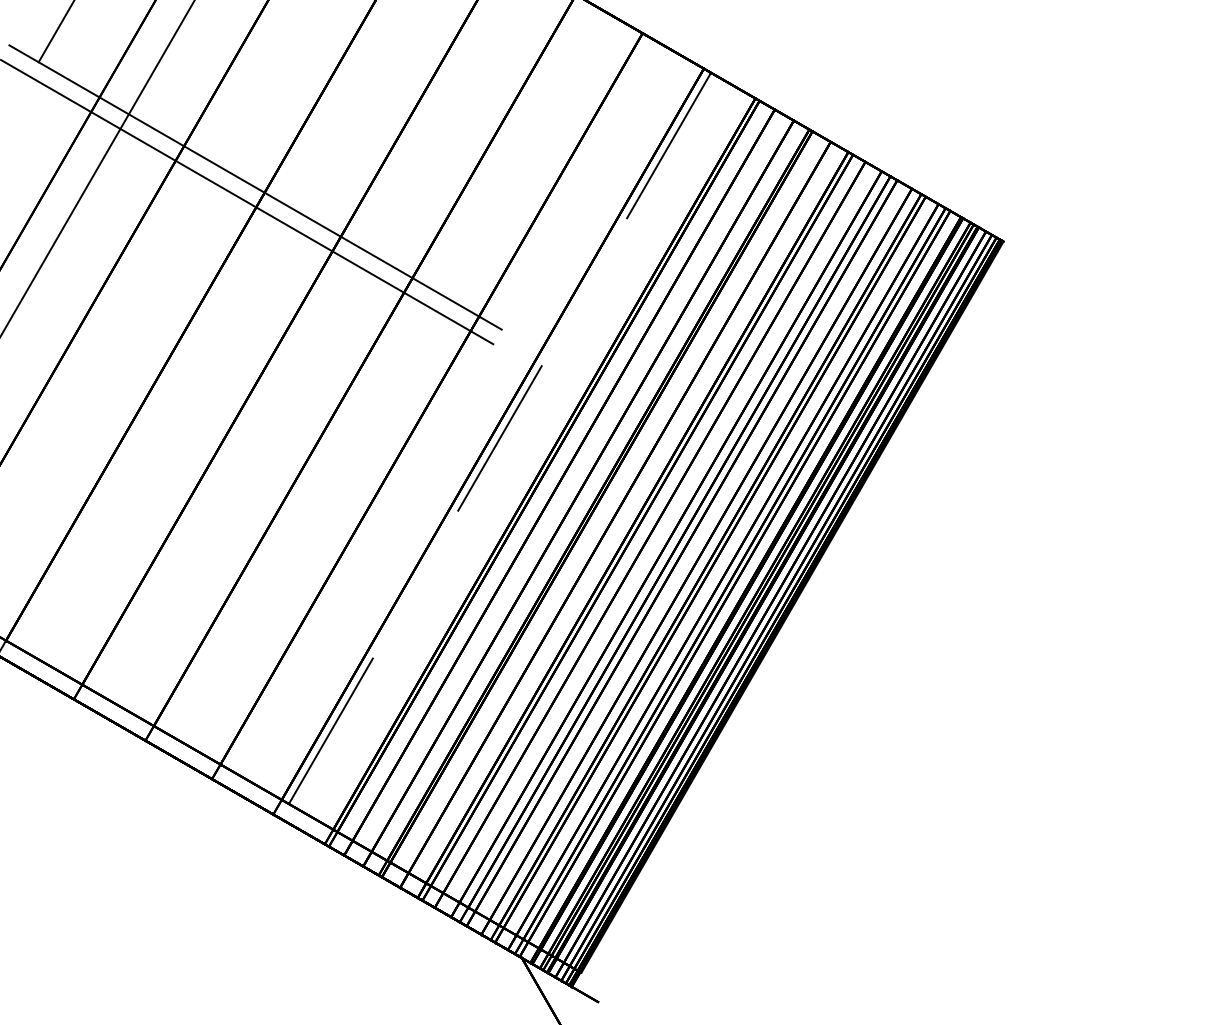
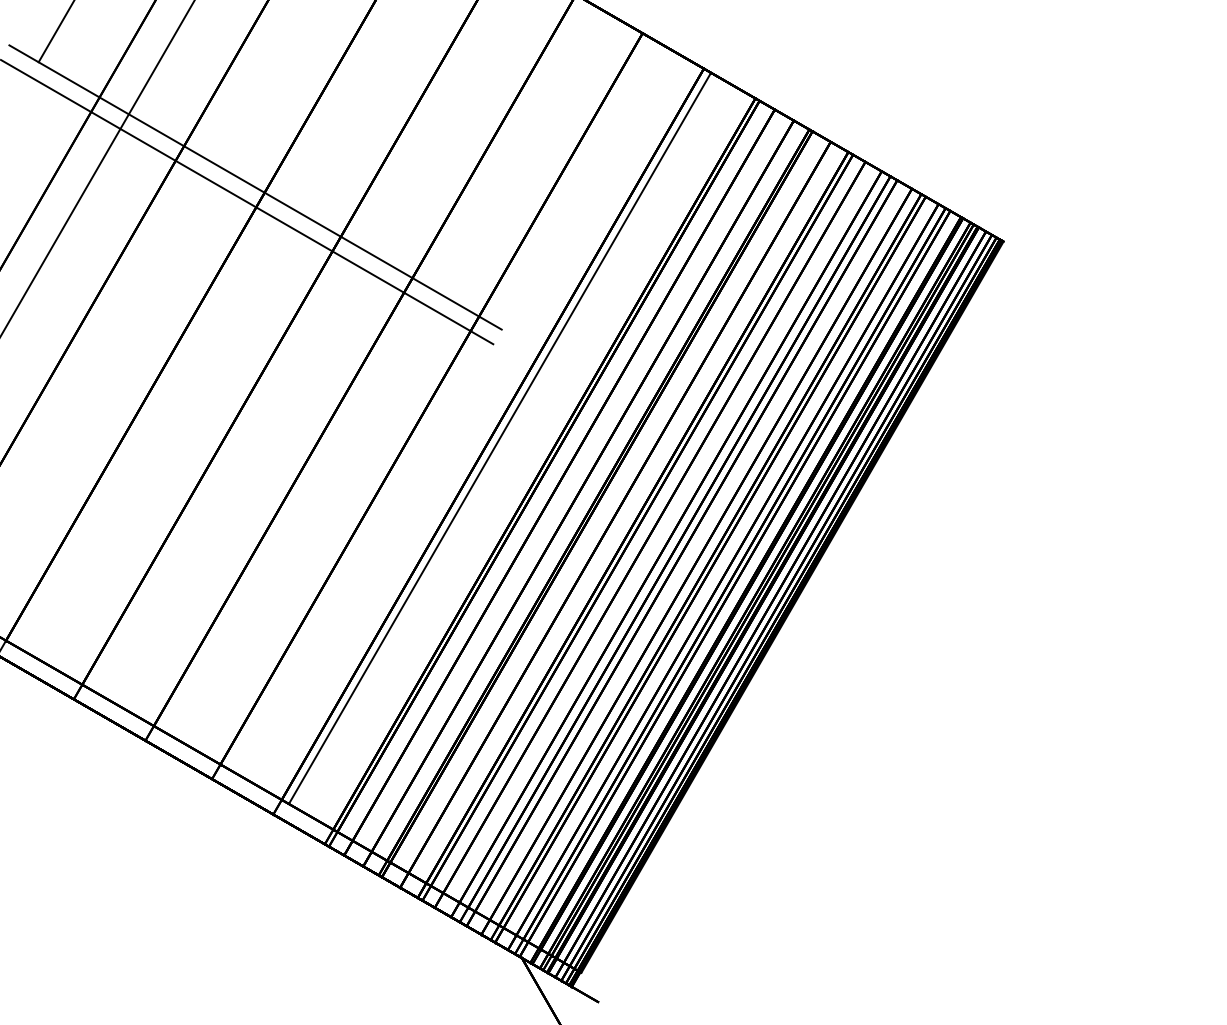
line at (500, 437): dashed -> solid
